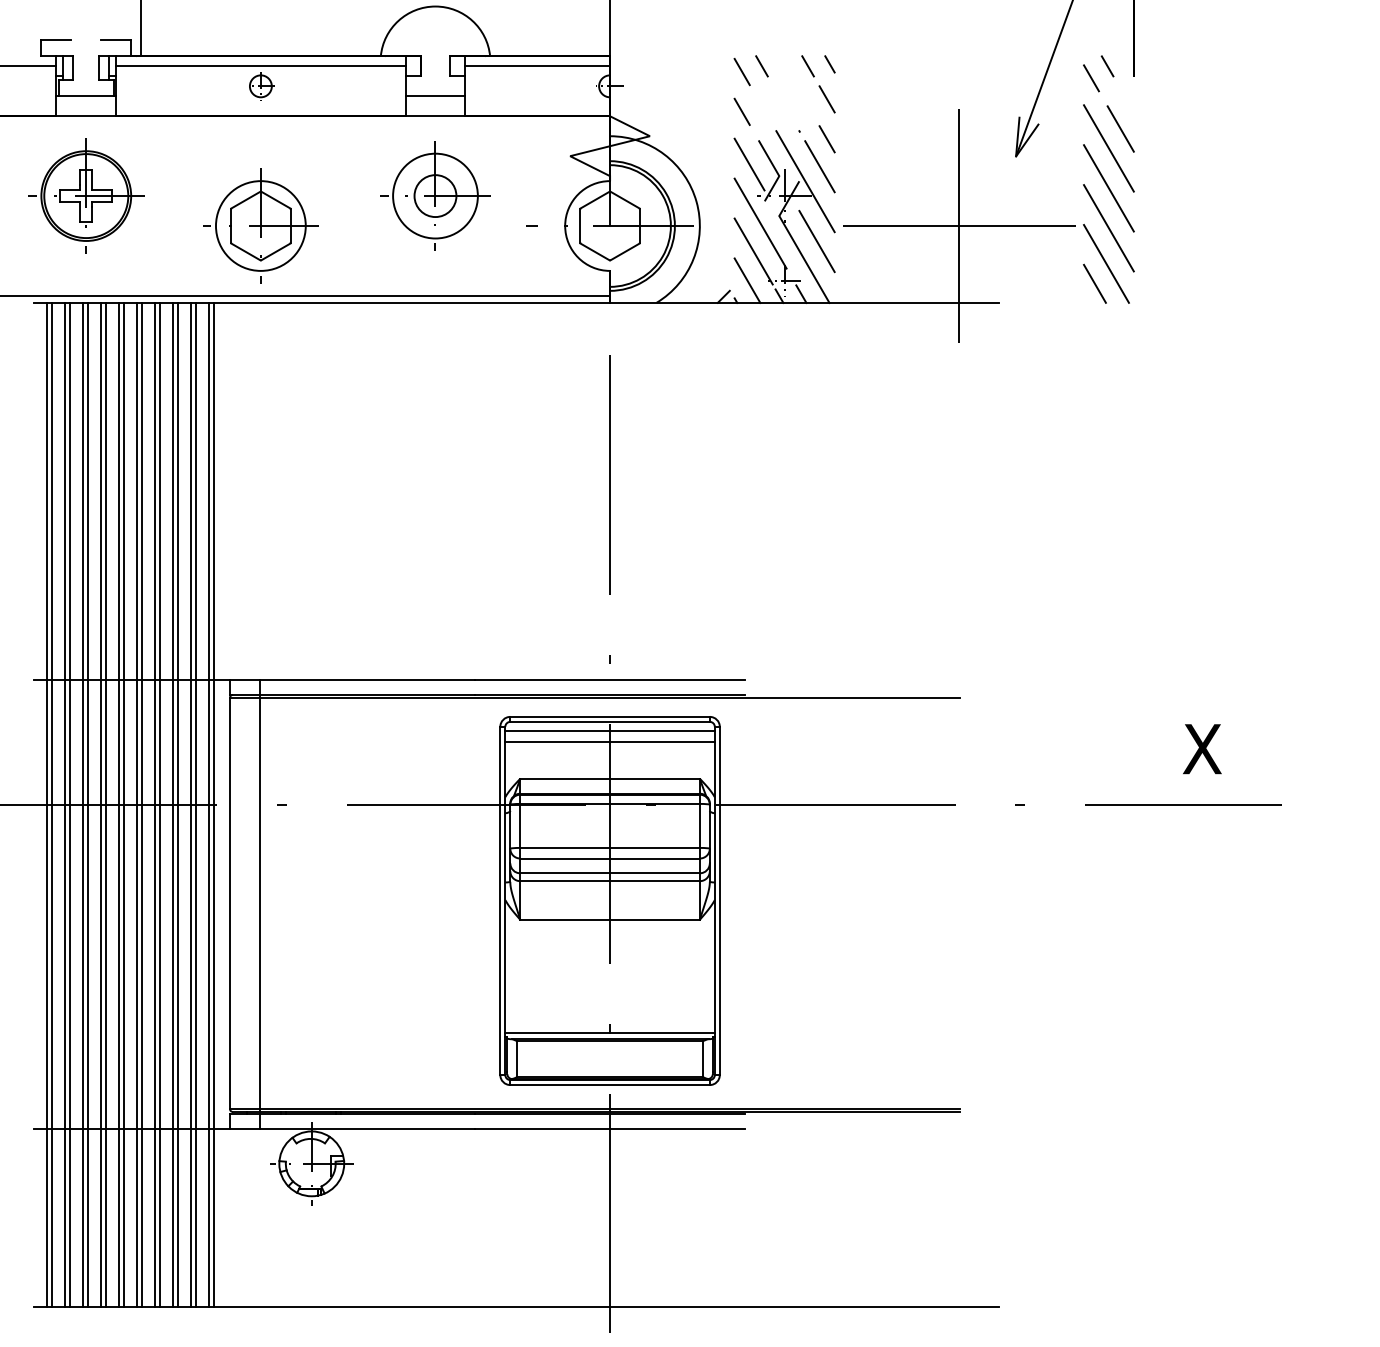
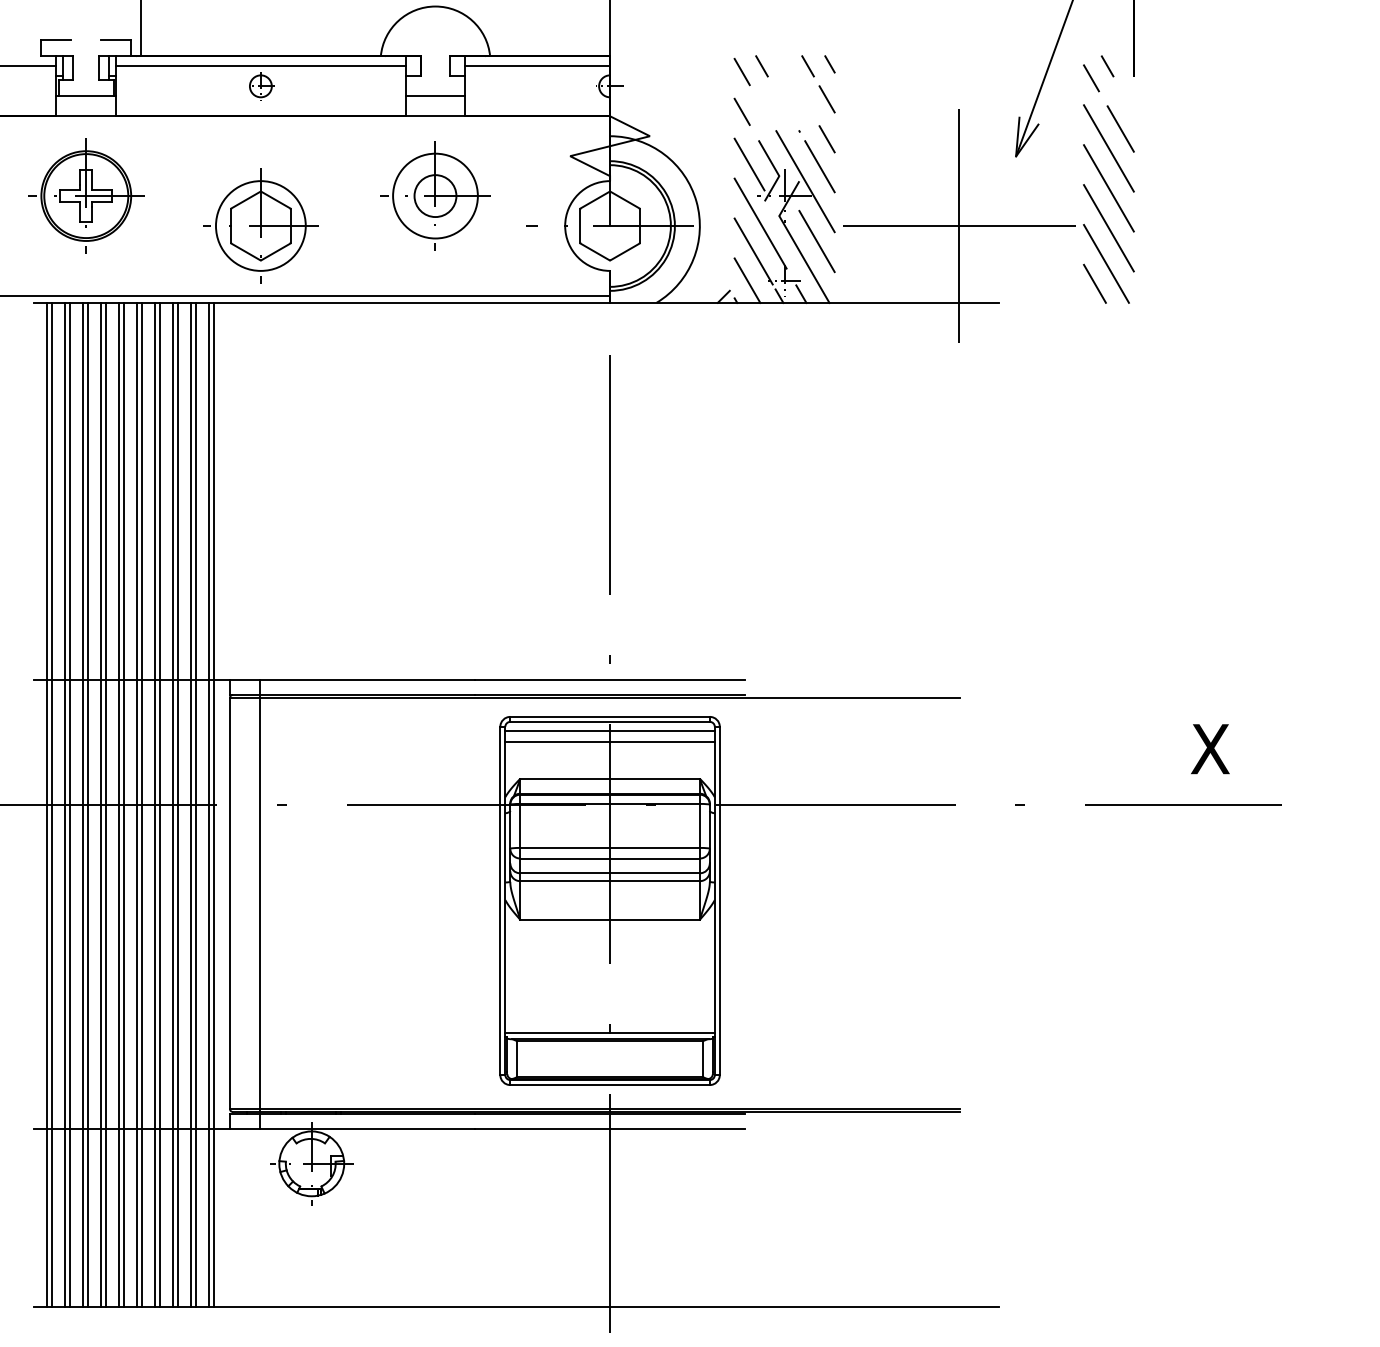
text at (1202, 749) position: (1202, 749) -> (1210, 749)
